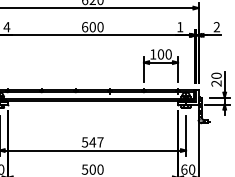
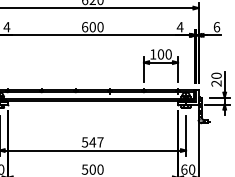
text at (179, 27): 1 -> 4
text at (216, 27): 2 -> 6
